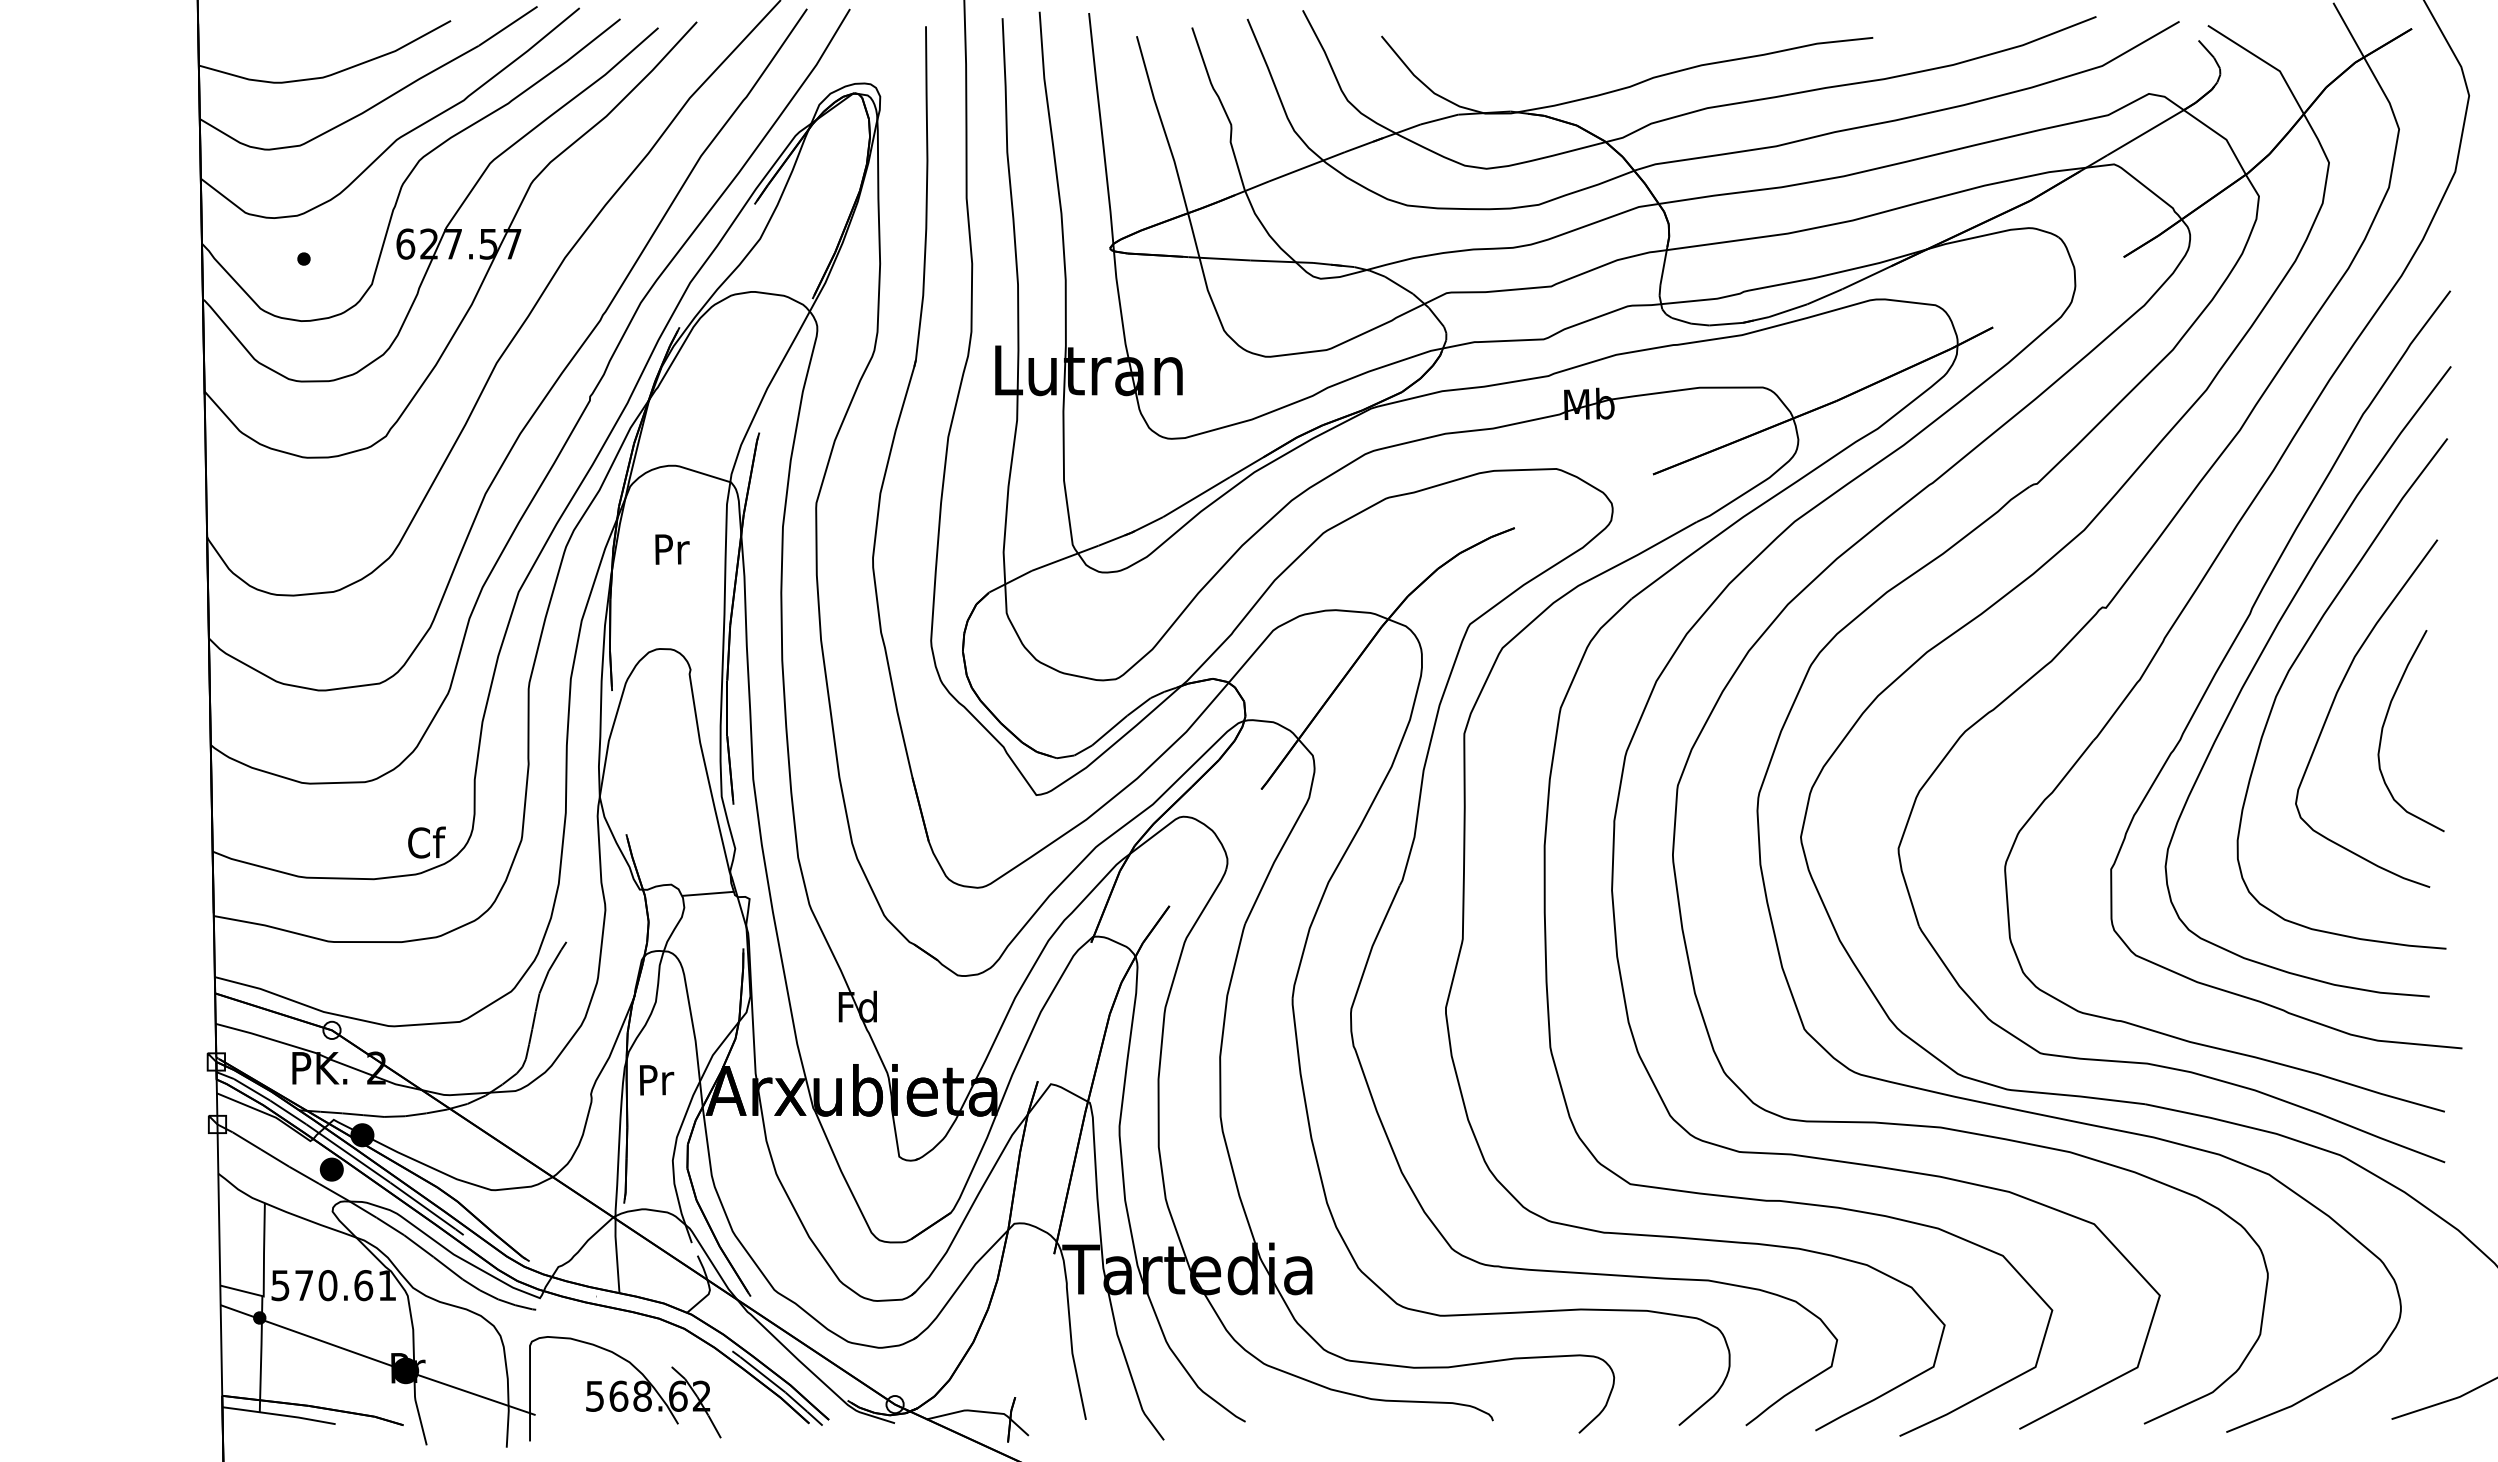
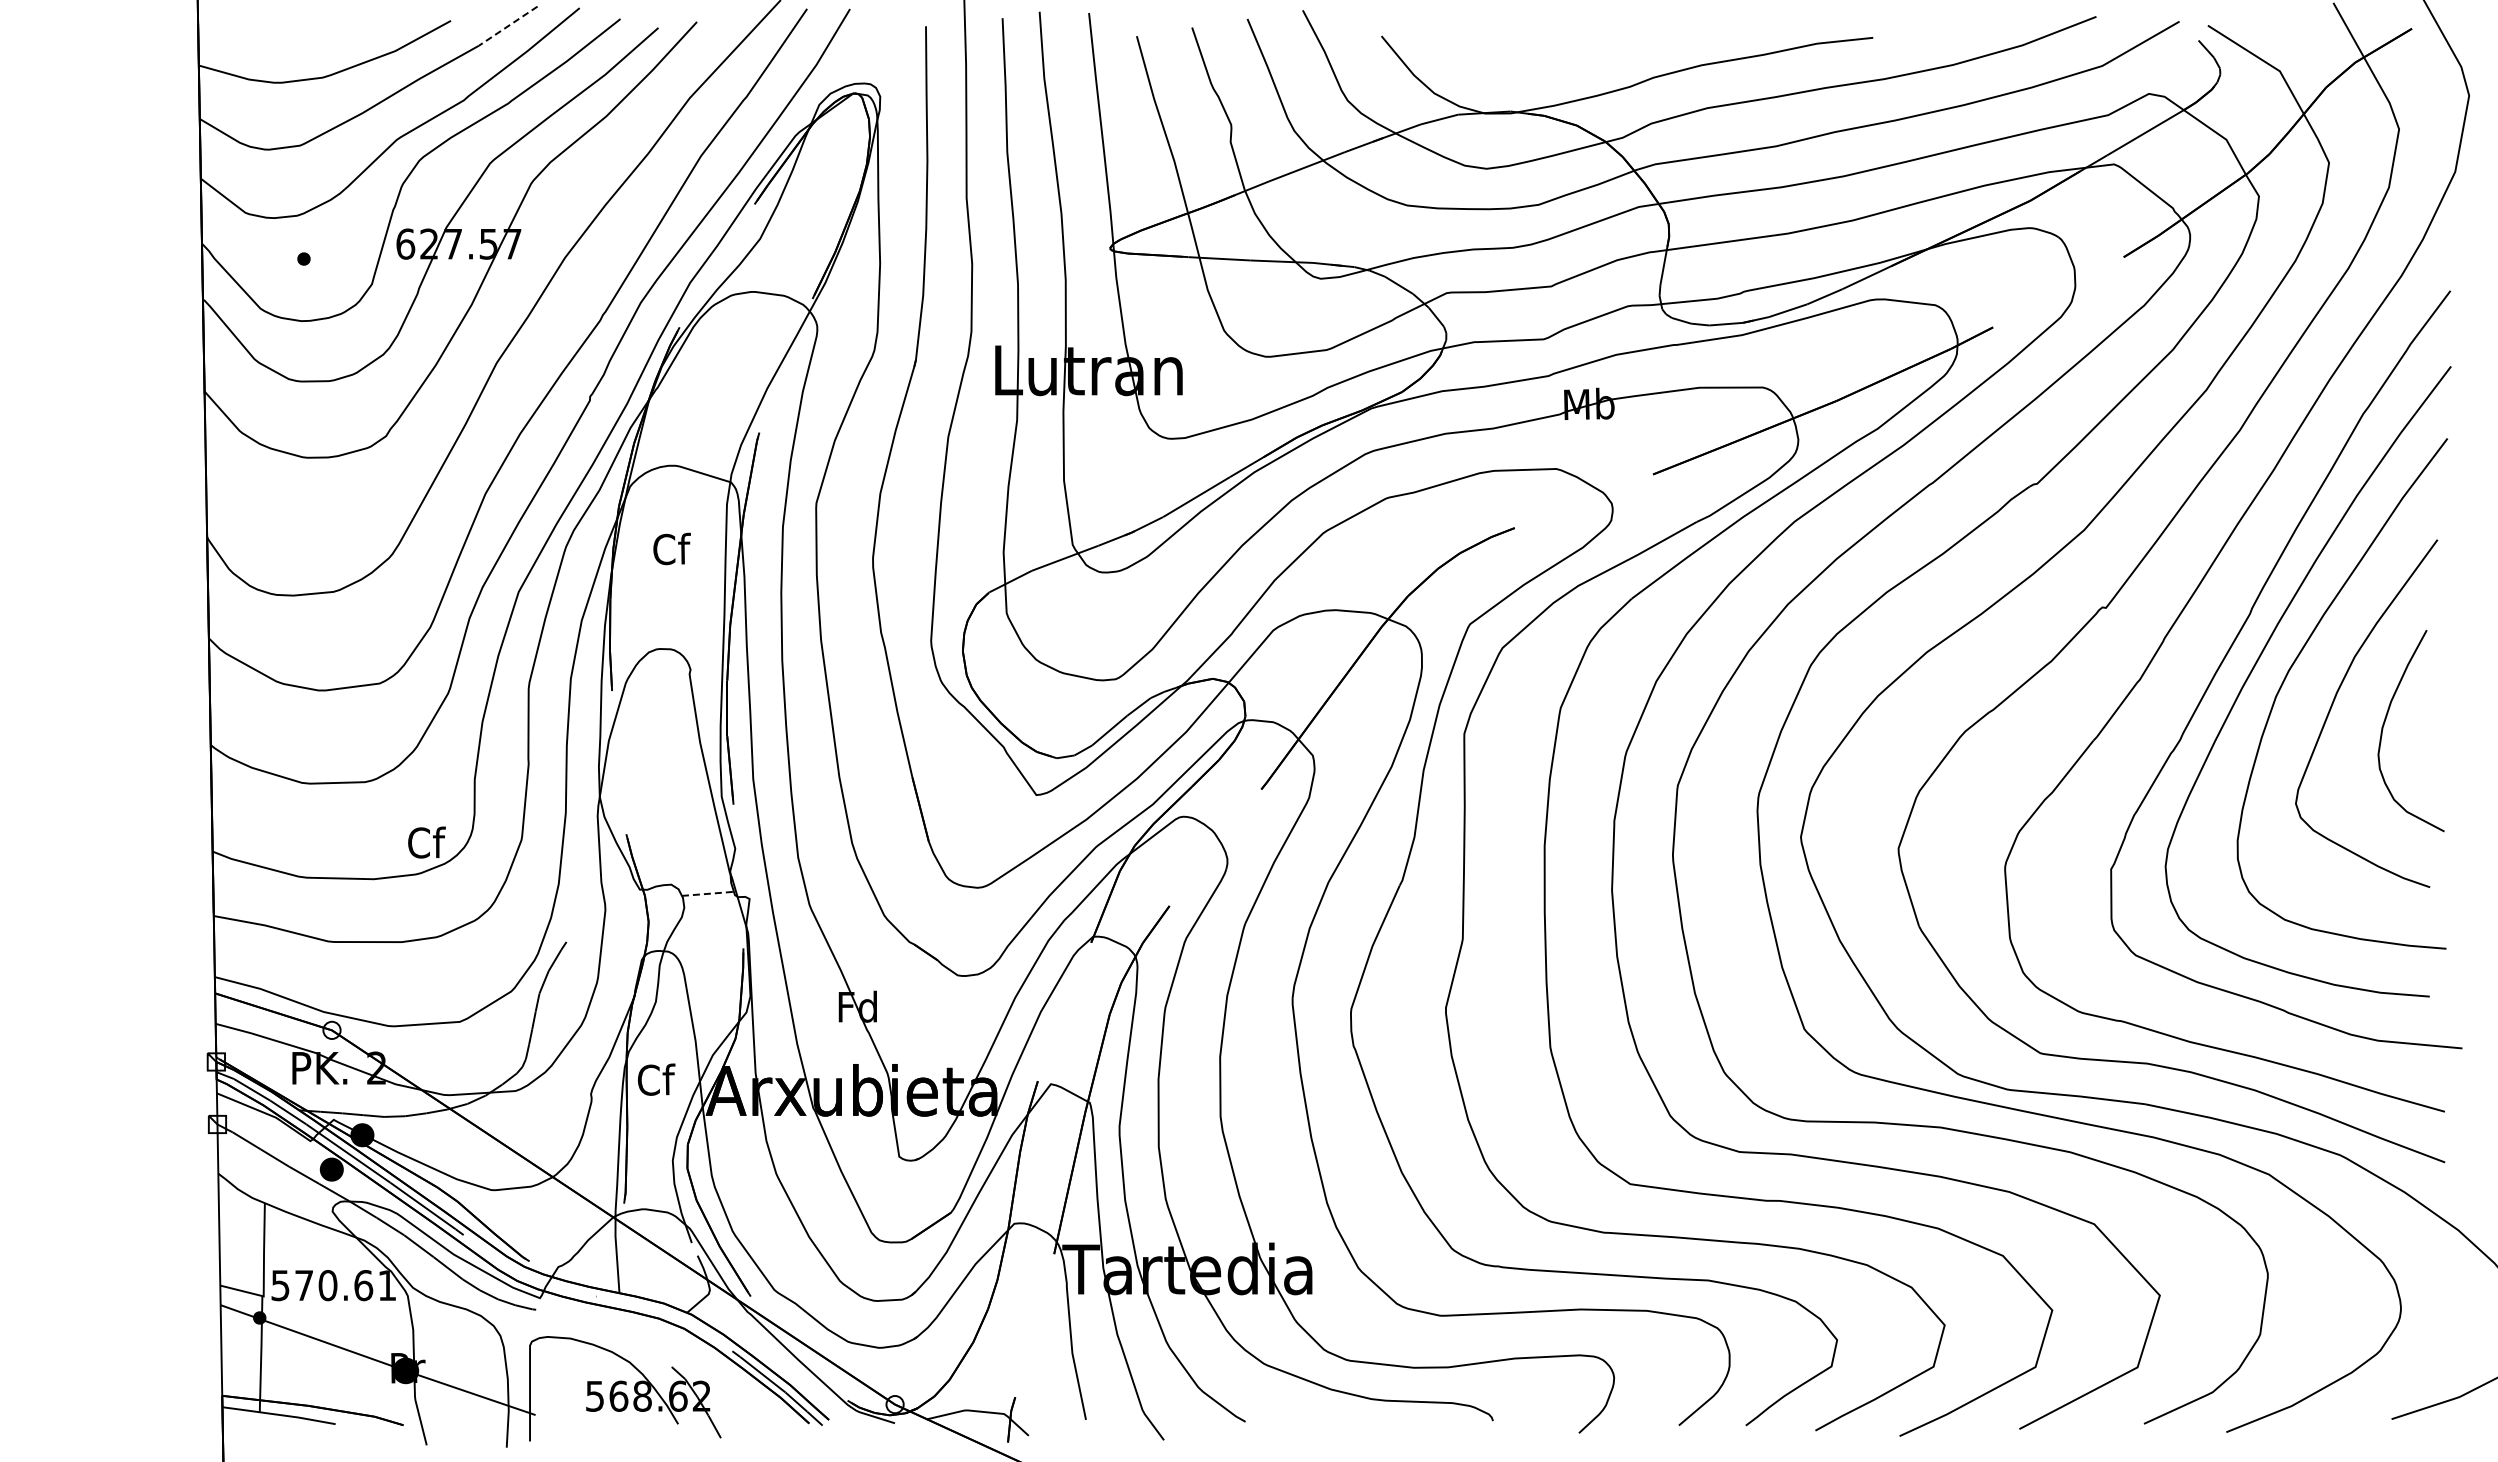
line at (507, 26): solid -> dashed
text at (671, 548): Pr -> Cf
line at (708, 893): solid -> dashed
text at (656, 1079): Pr -> Cf
